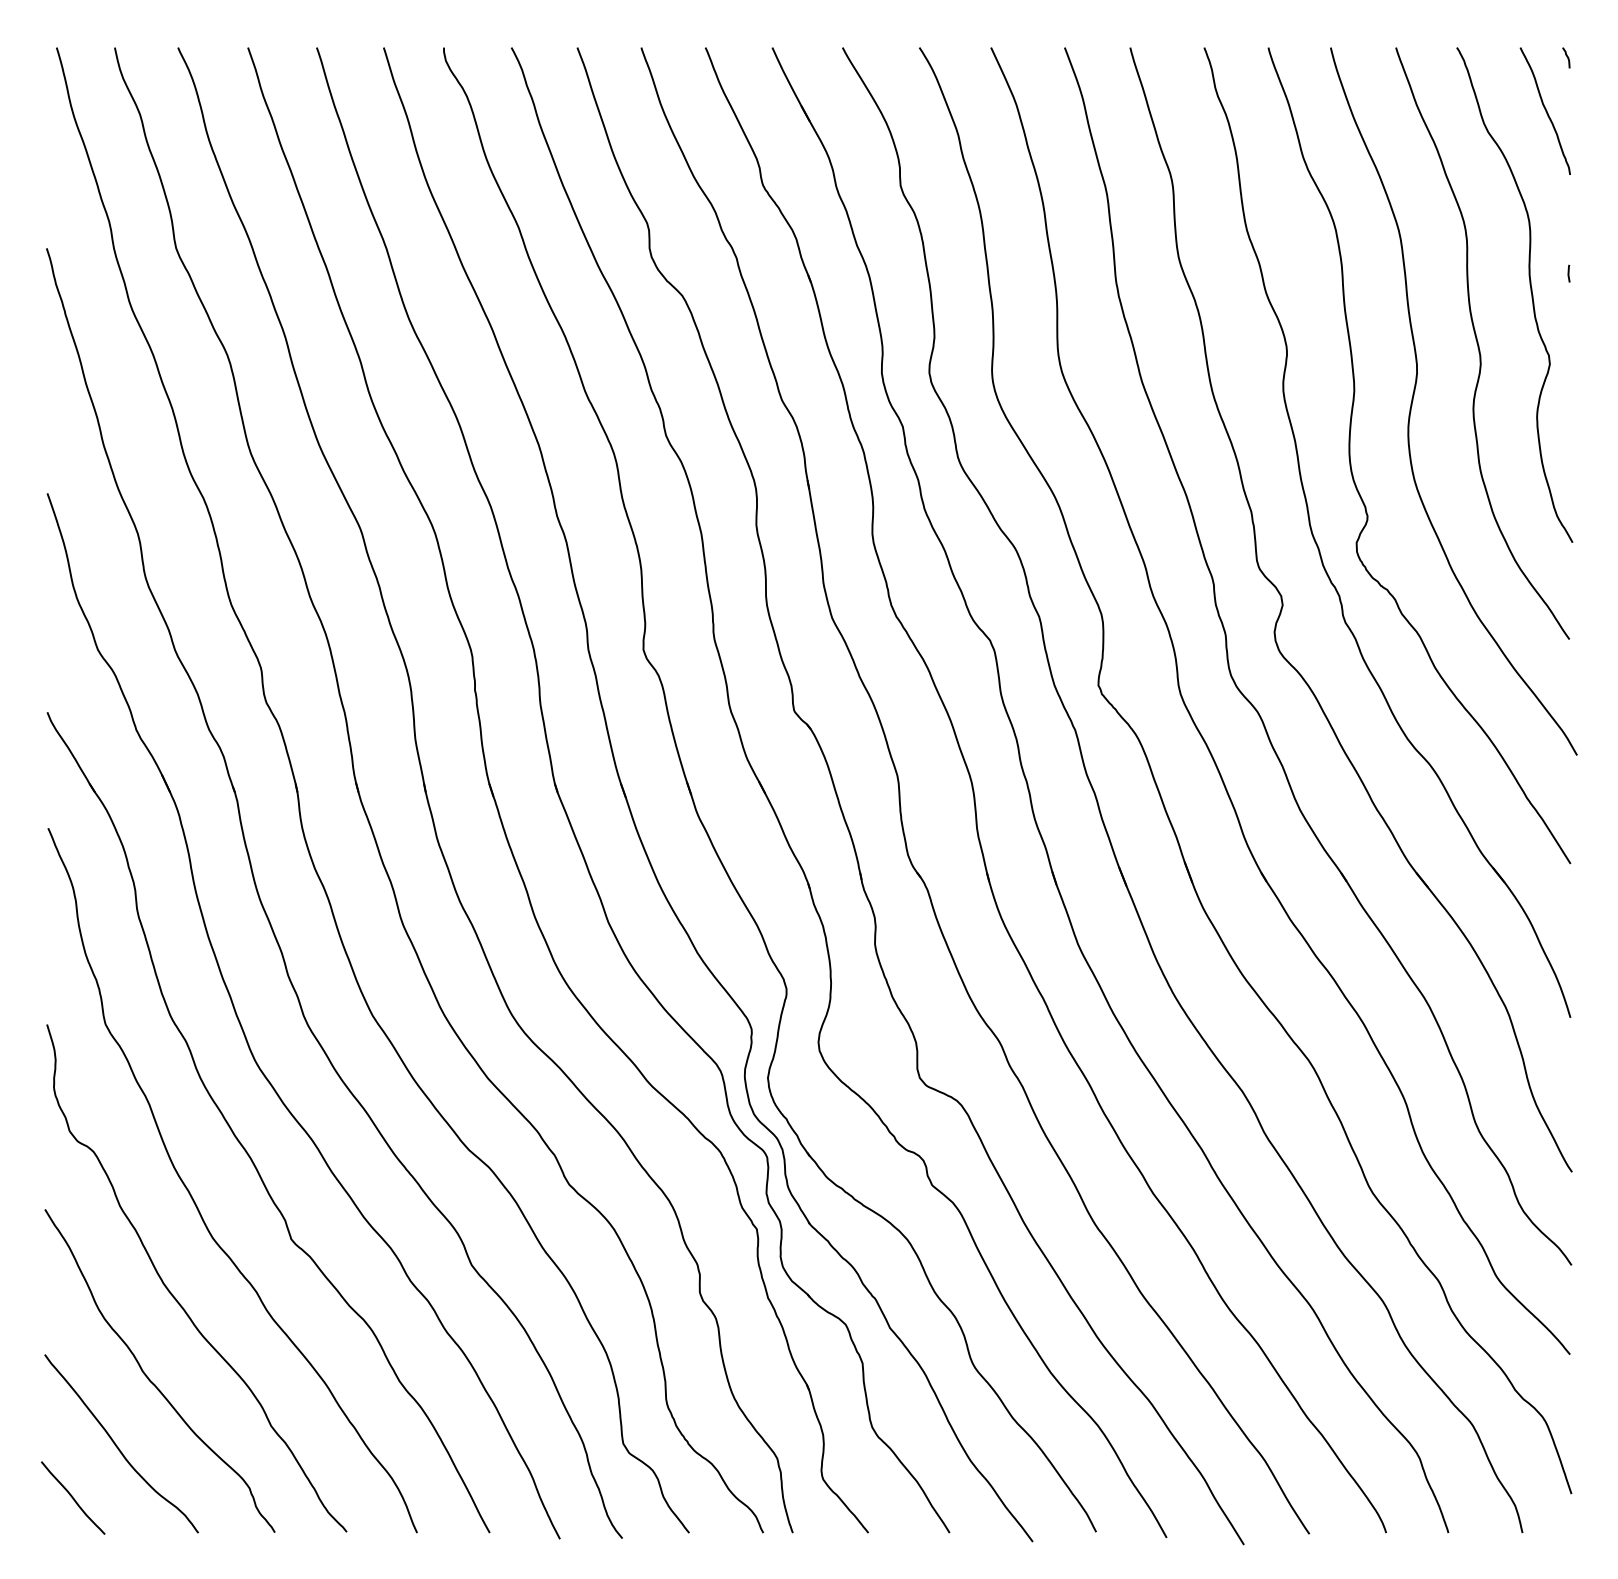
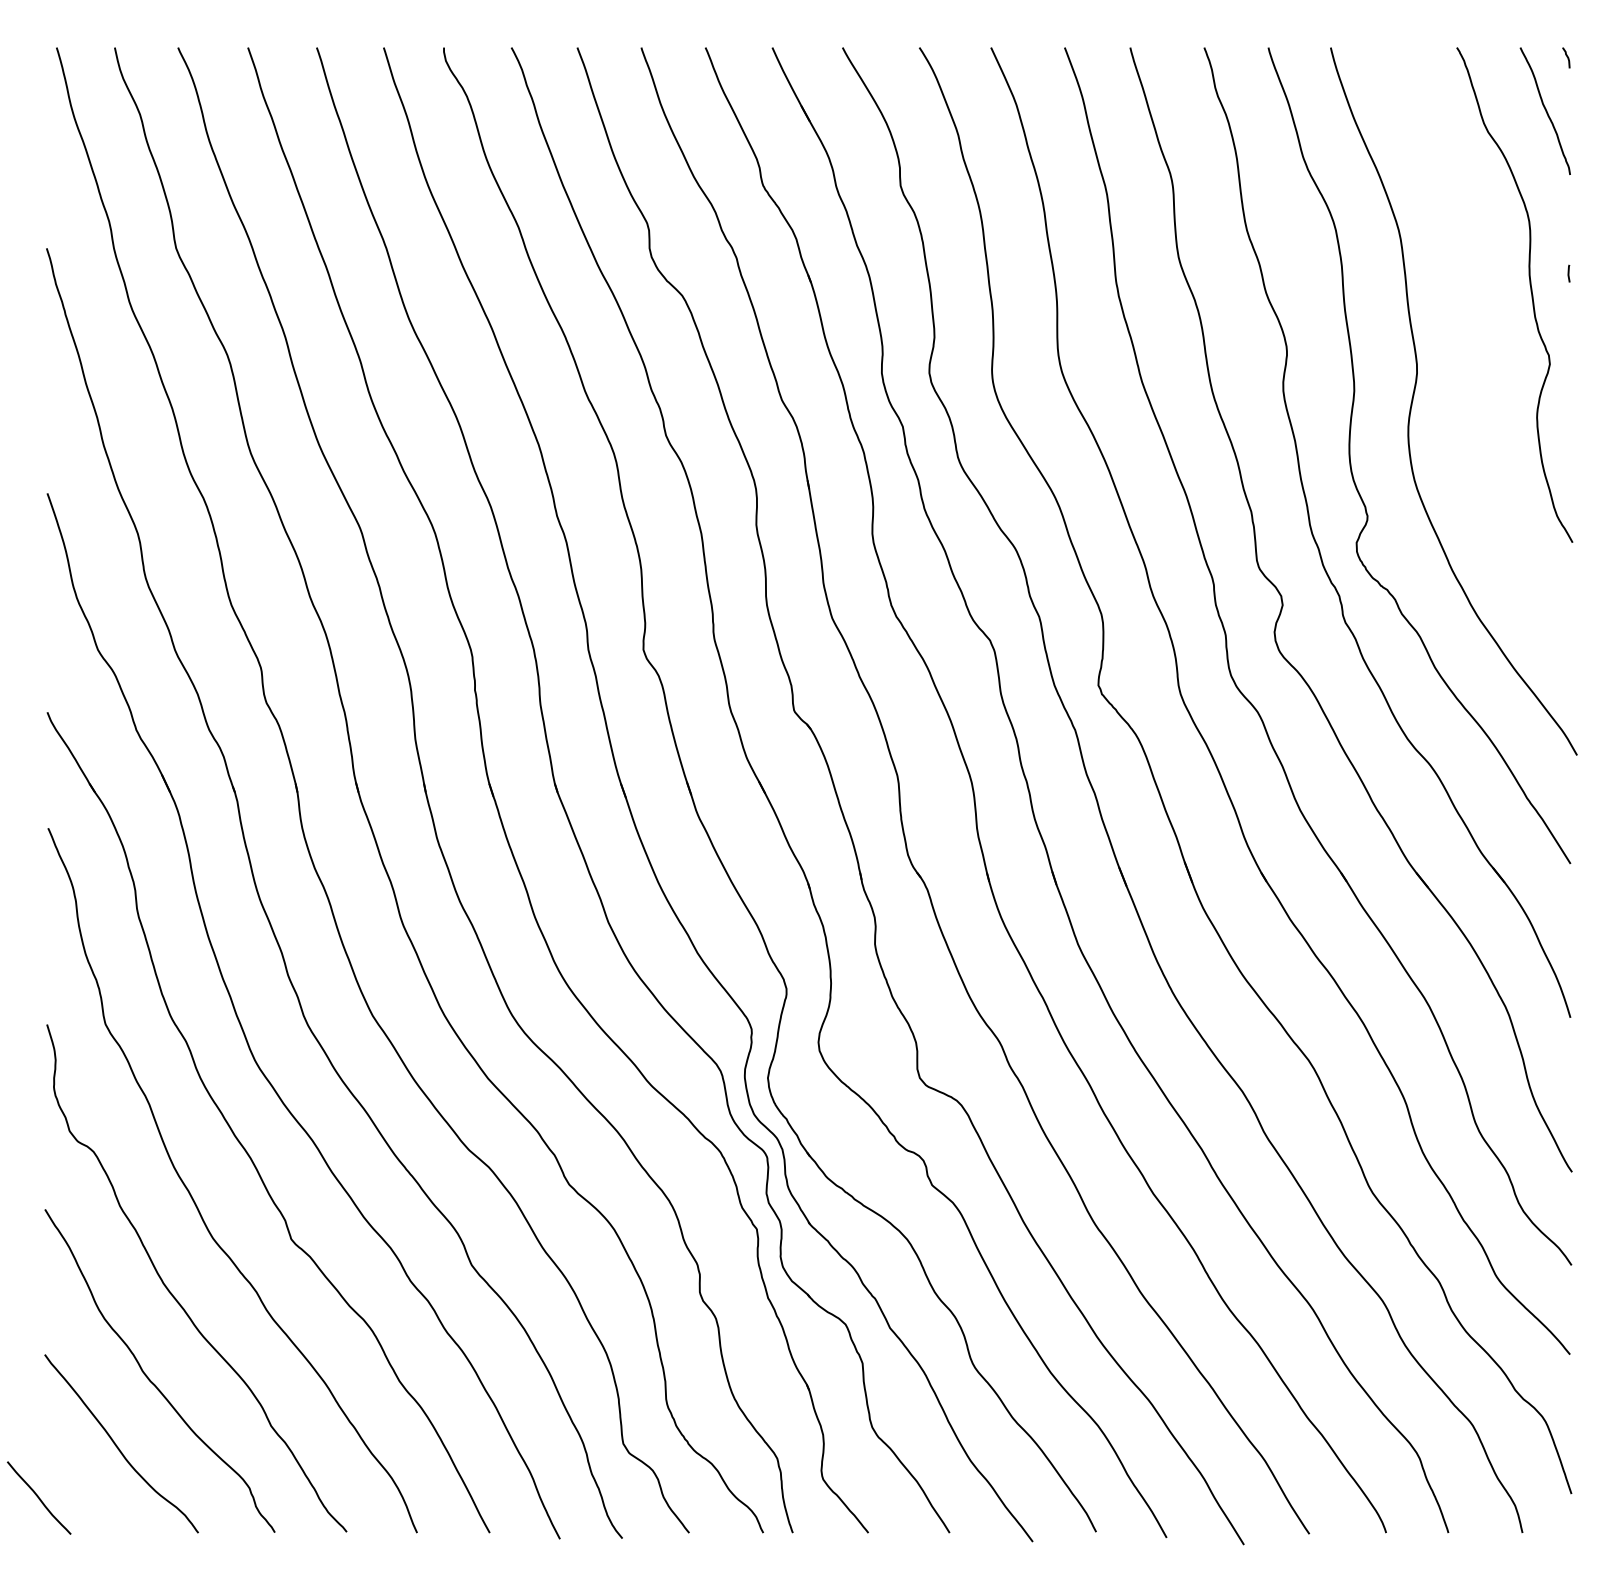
curve at (1479, 345): present -> none
curve at (73, 1497) position: (73, 1497) -> (39, 1497)
